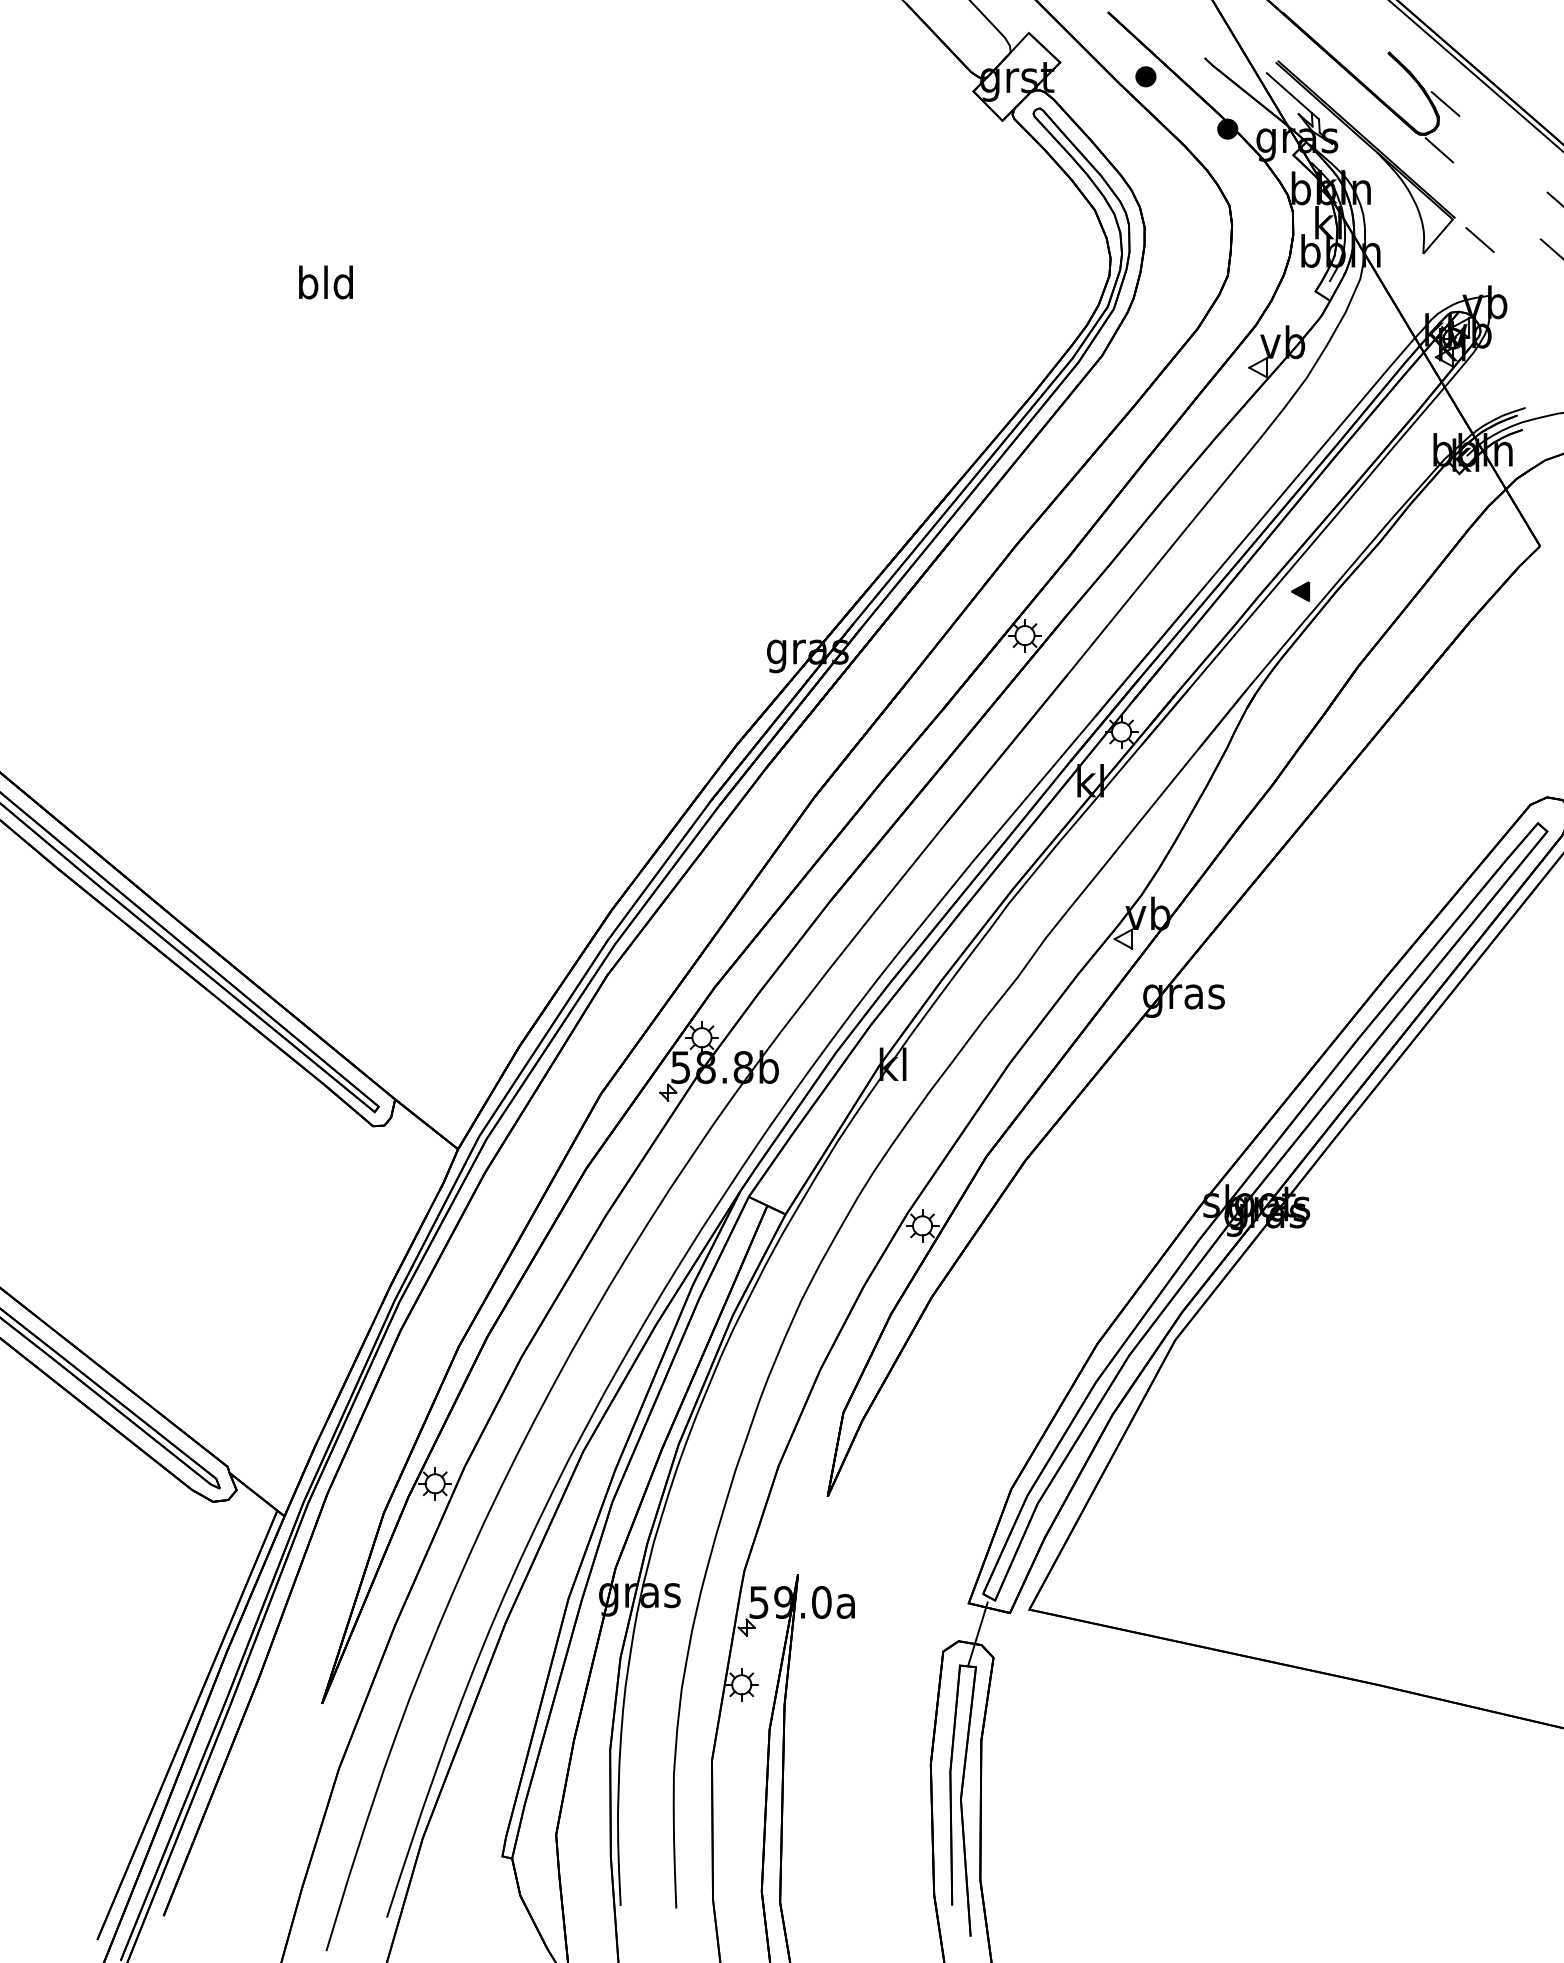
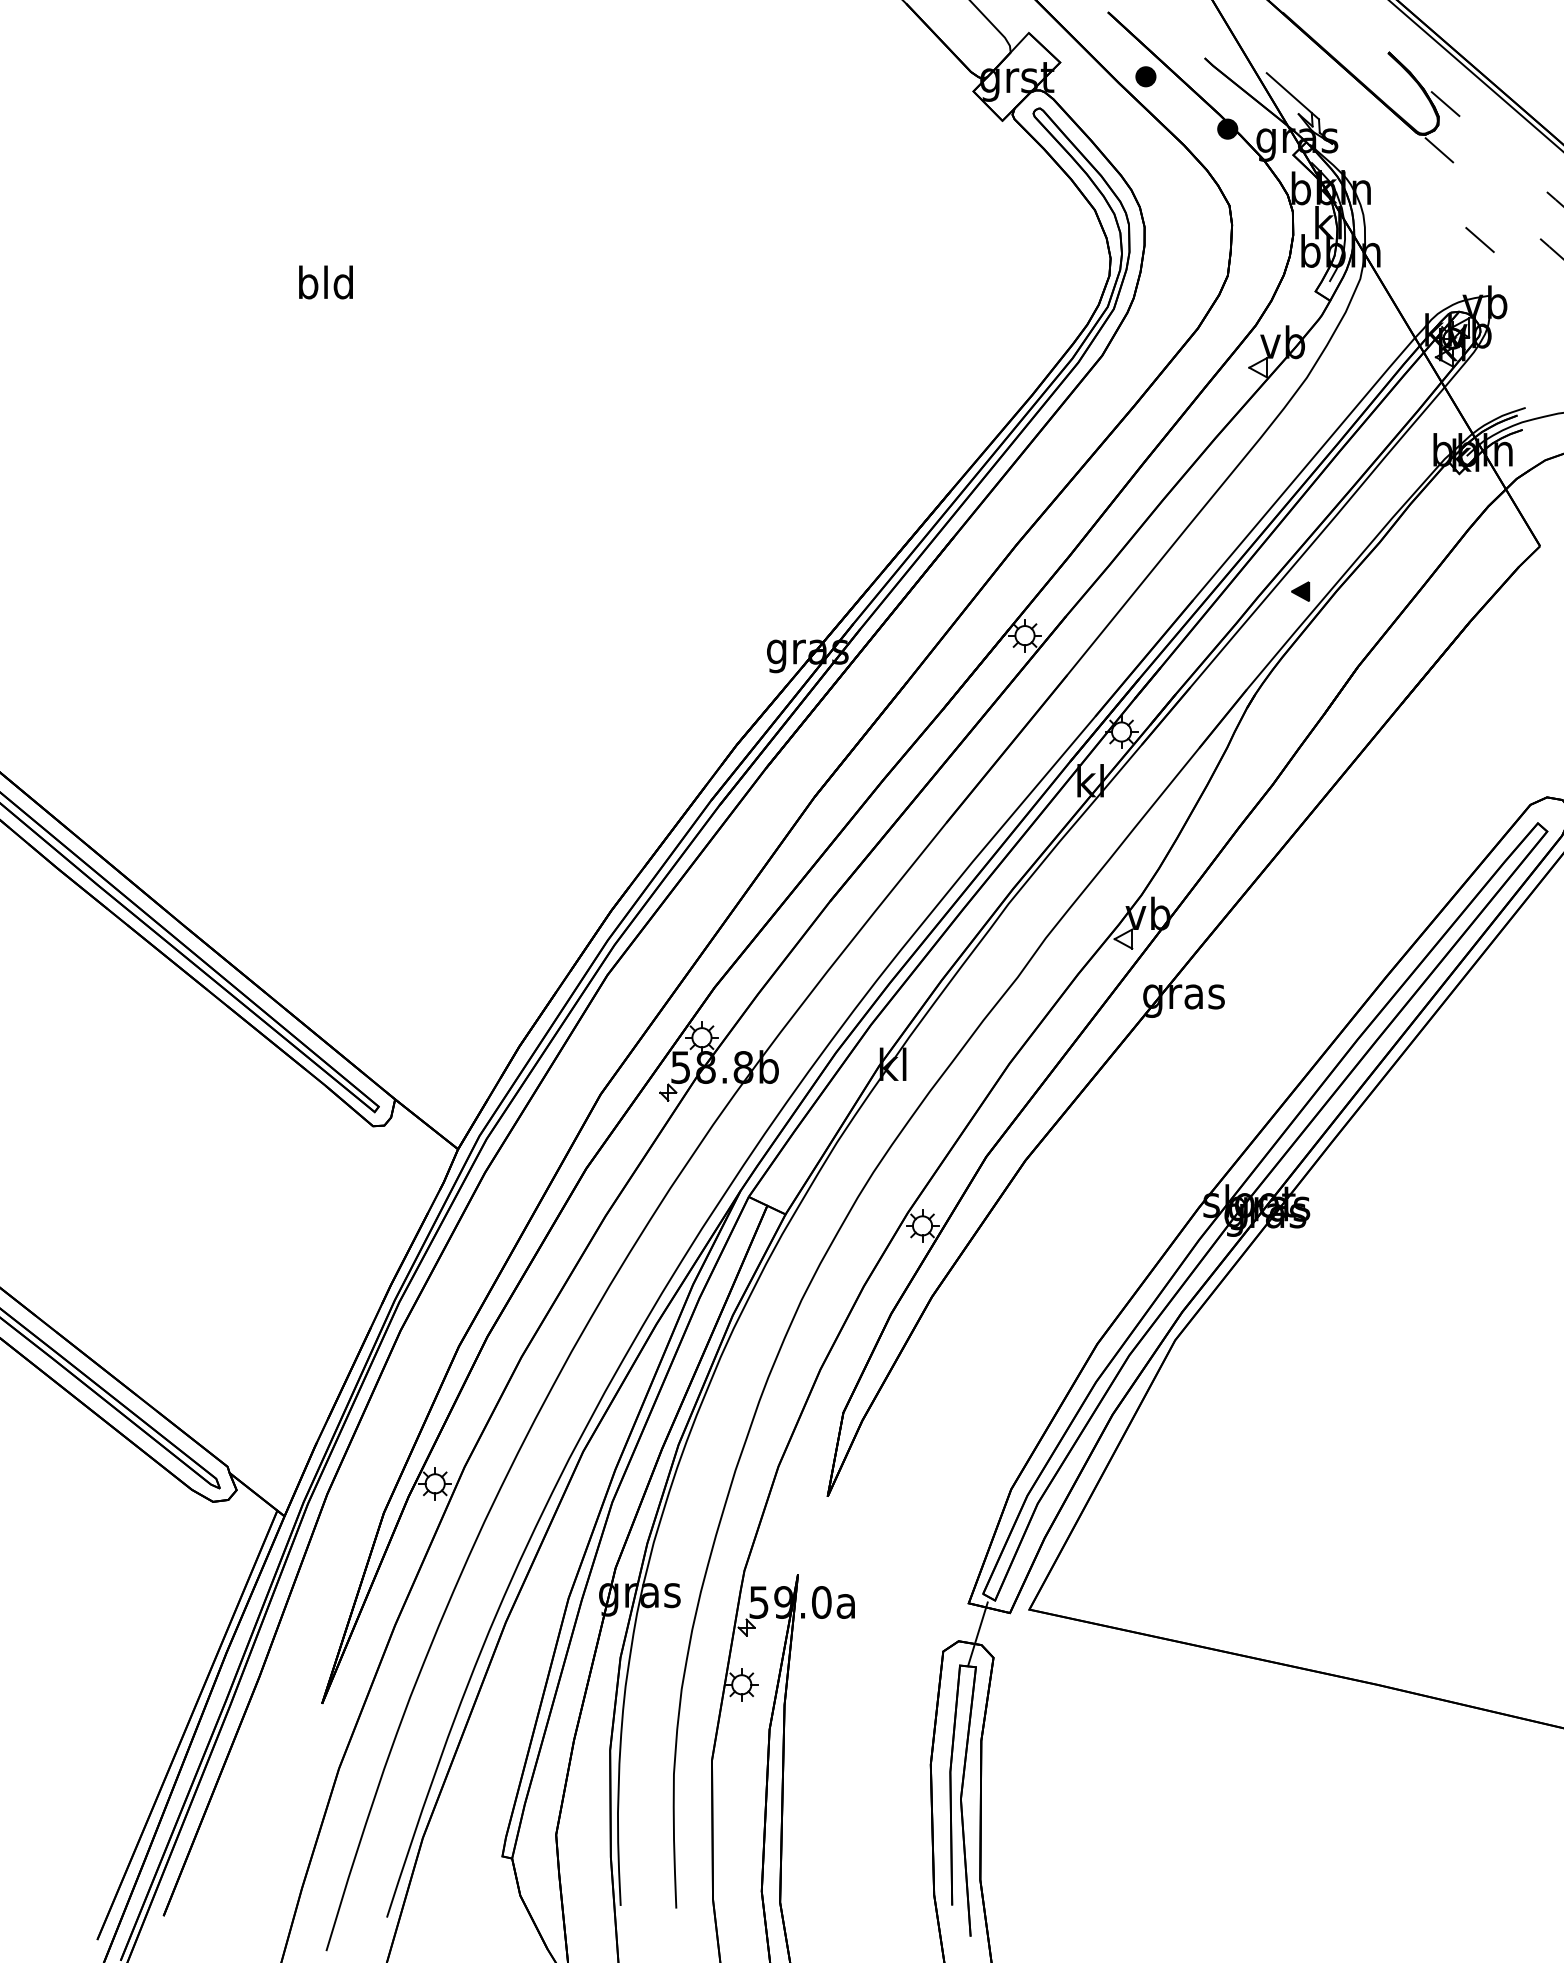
part at (1372, 149): present -> none
